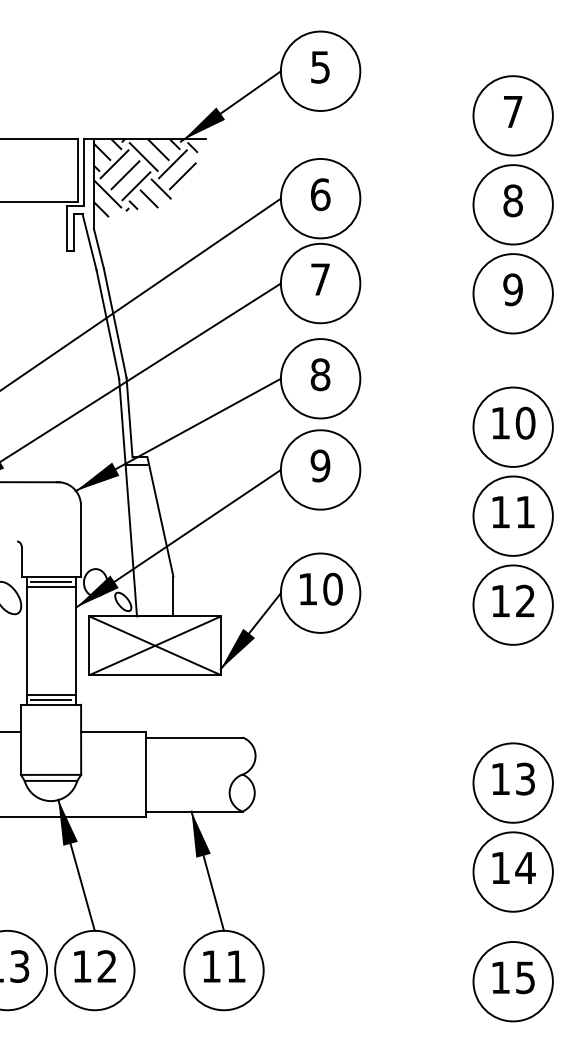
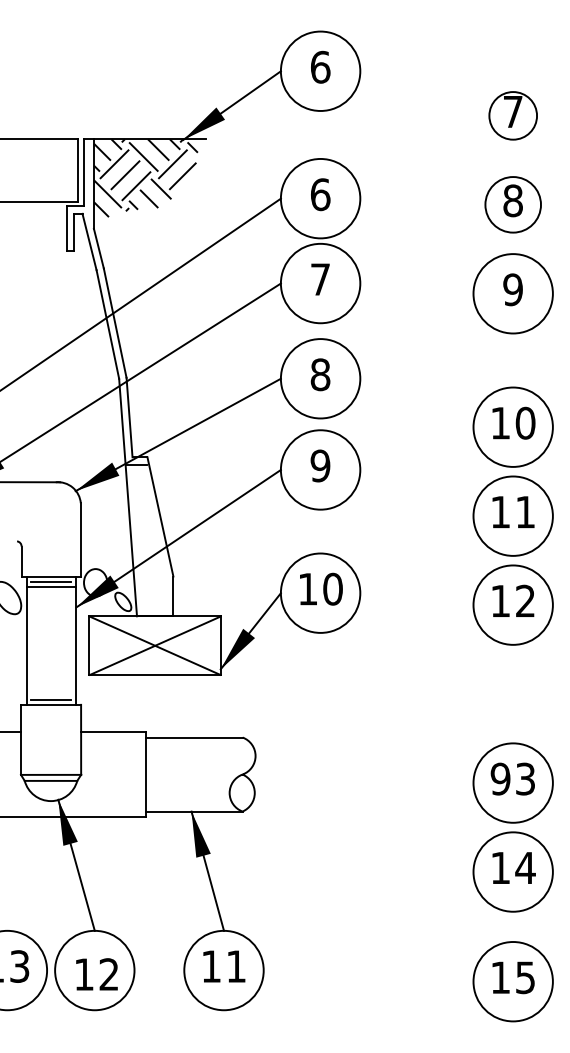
text at (320, 66): 5 -> 6
circle at (512, 115) diameter: 79 px -> 48 px
circle at (512, 204) diameter: 79 px -> 56 px
line at (50, 695): present -> none
text at (500, 778): 13 -> 93
text at (94, 966) position: (94, 966) -> (96, 974)
